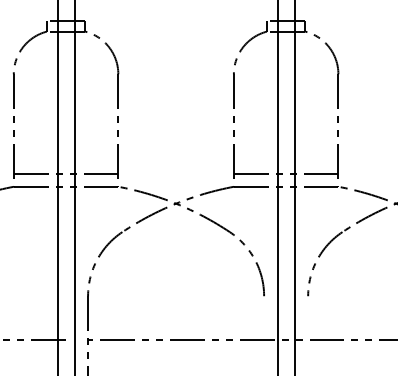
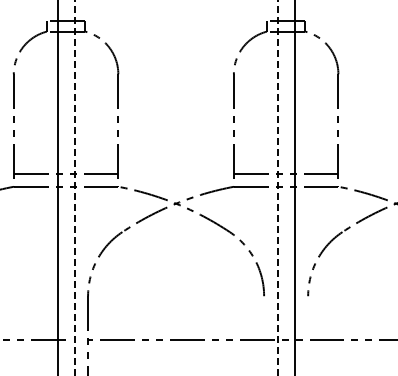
line at (74, 188): solid -> dashed
line at (277, 188): solid -> dashed
